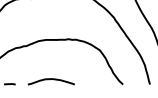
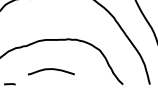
curve at (49, 80) position: (49, 80) -> (49, 70)
